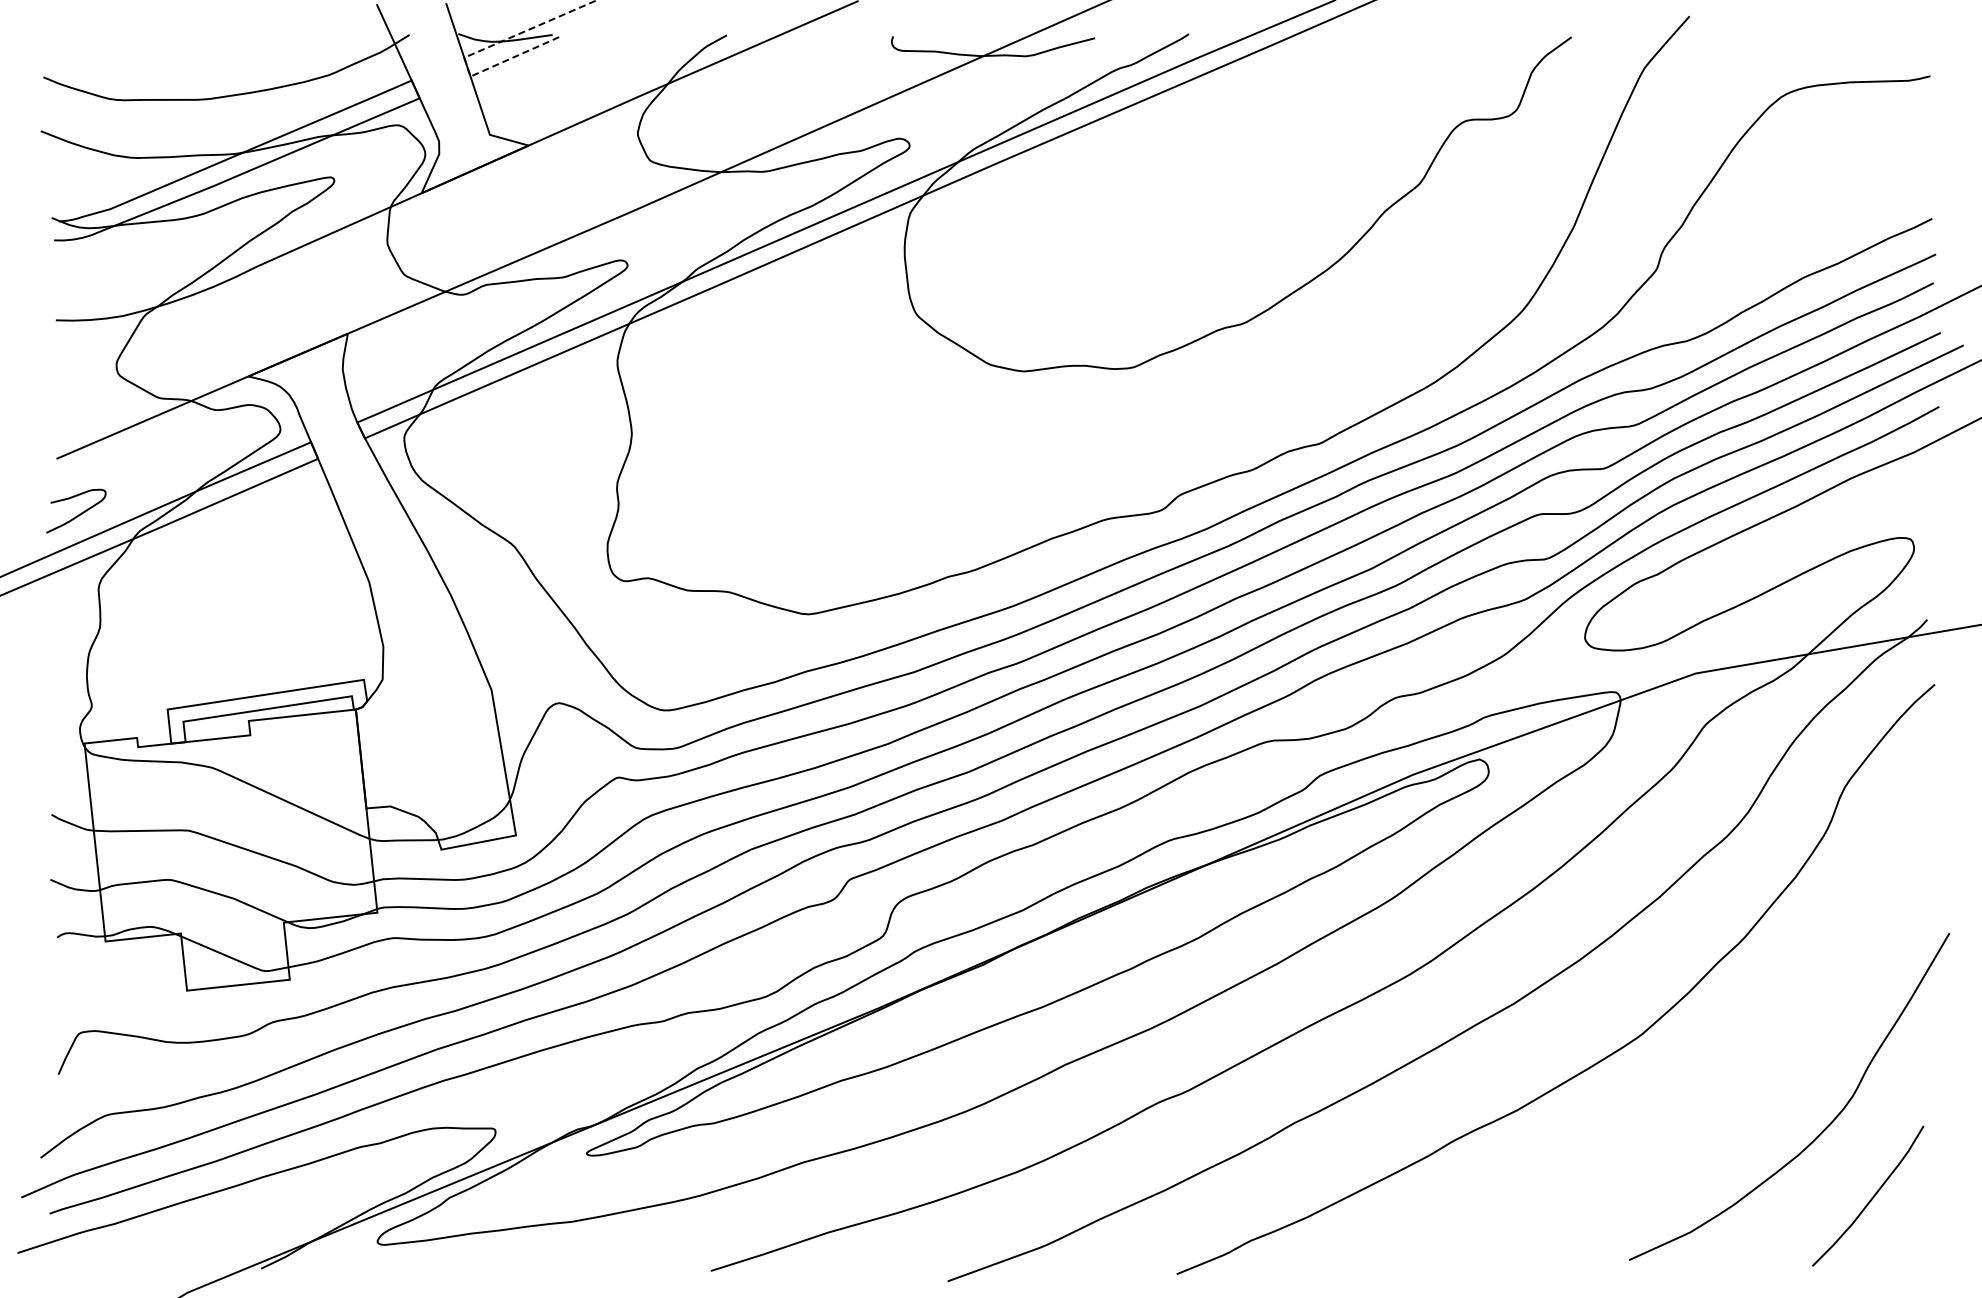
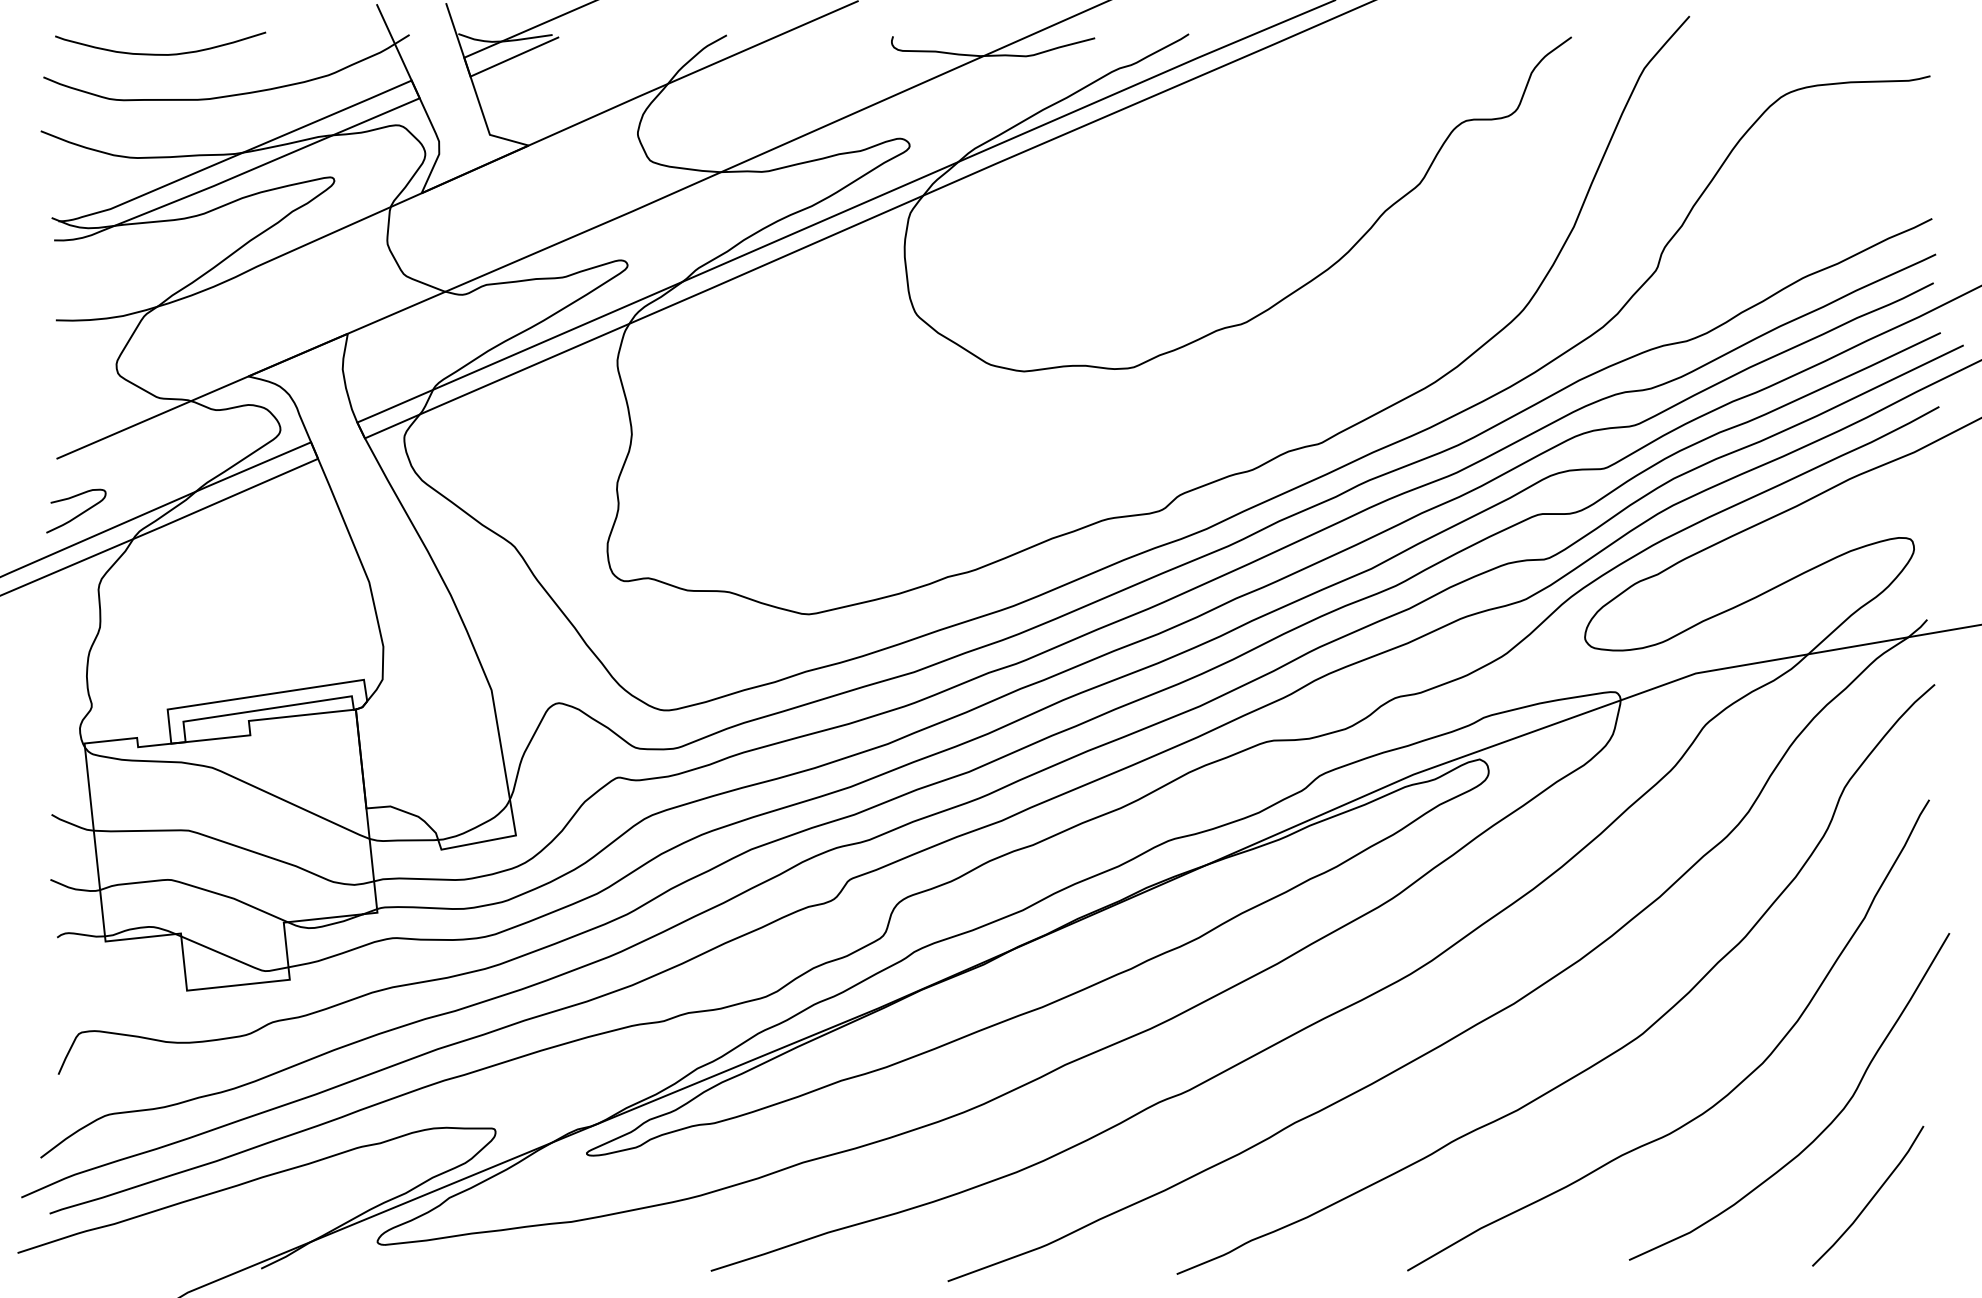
line at (476, 52): dashed -> solid
curve at (158, 53): none -> present
curve at (1717, 1101): none -> present
